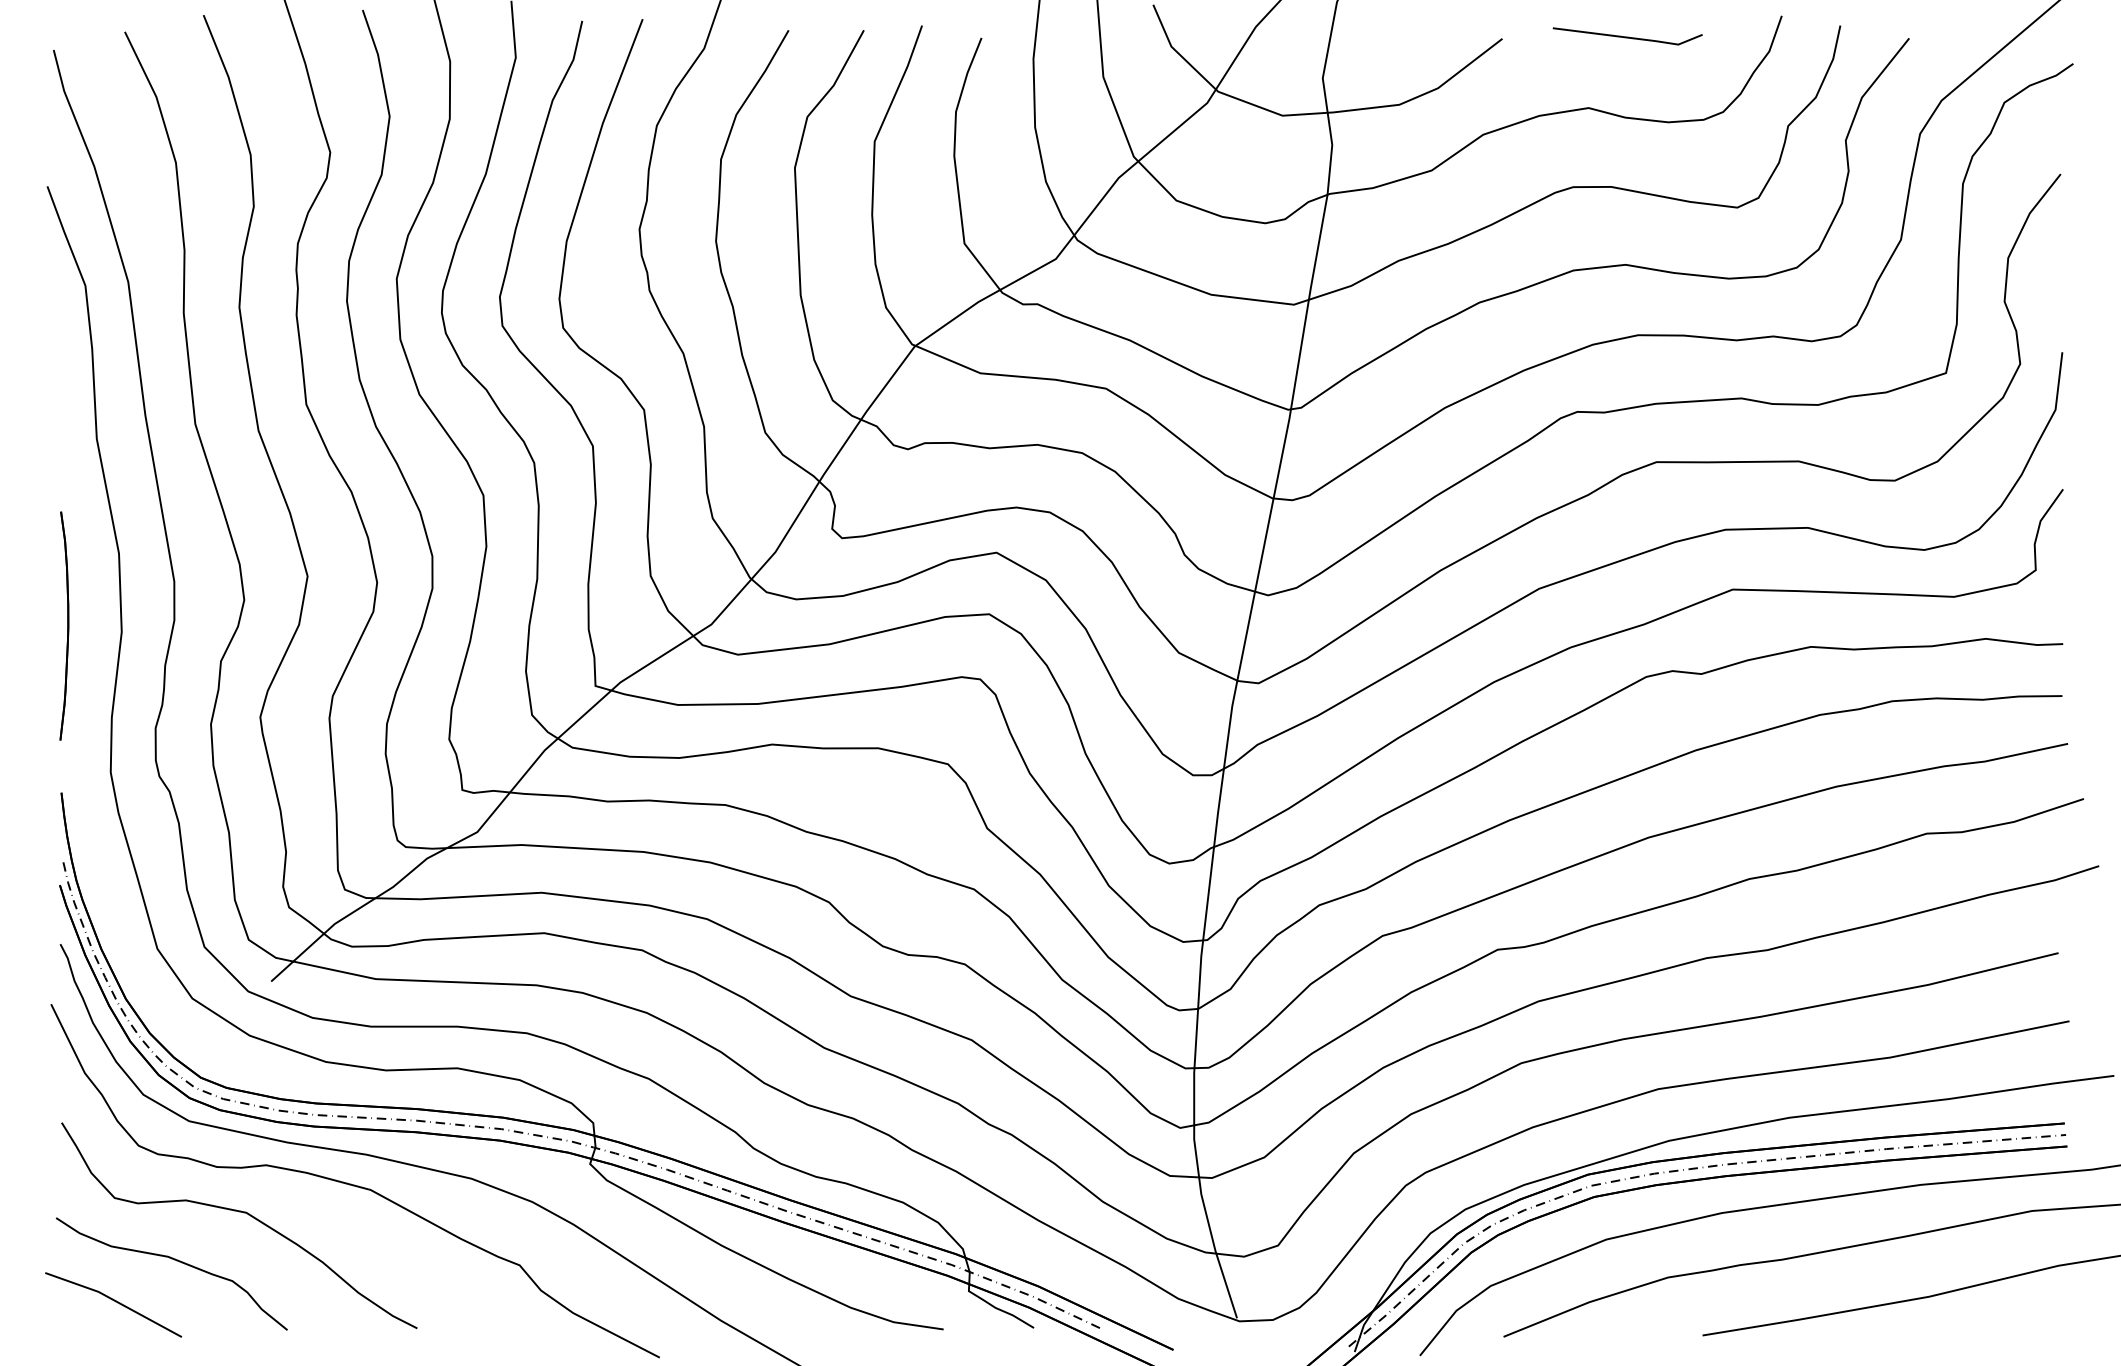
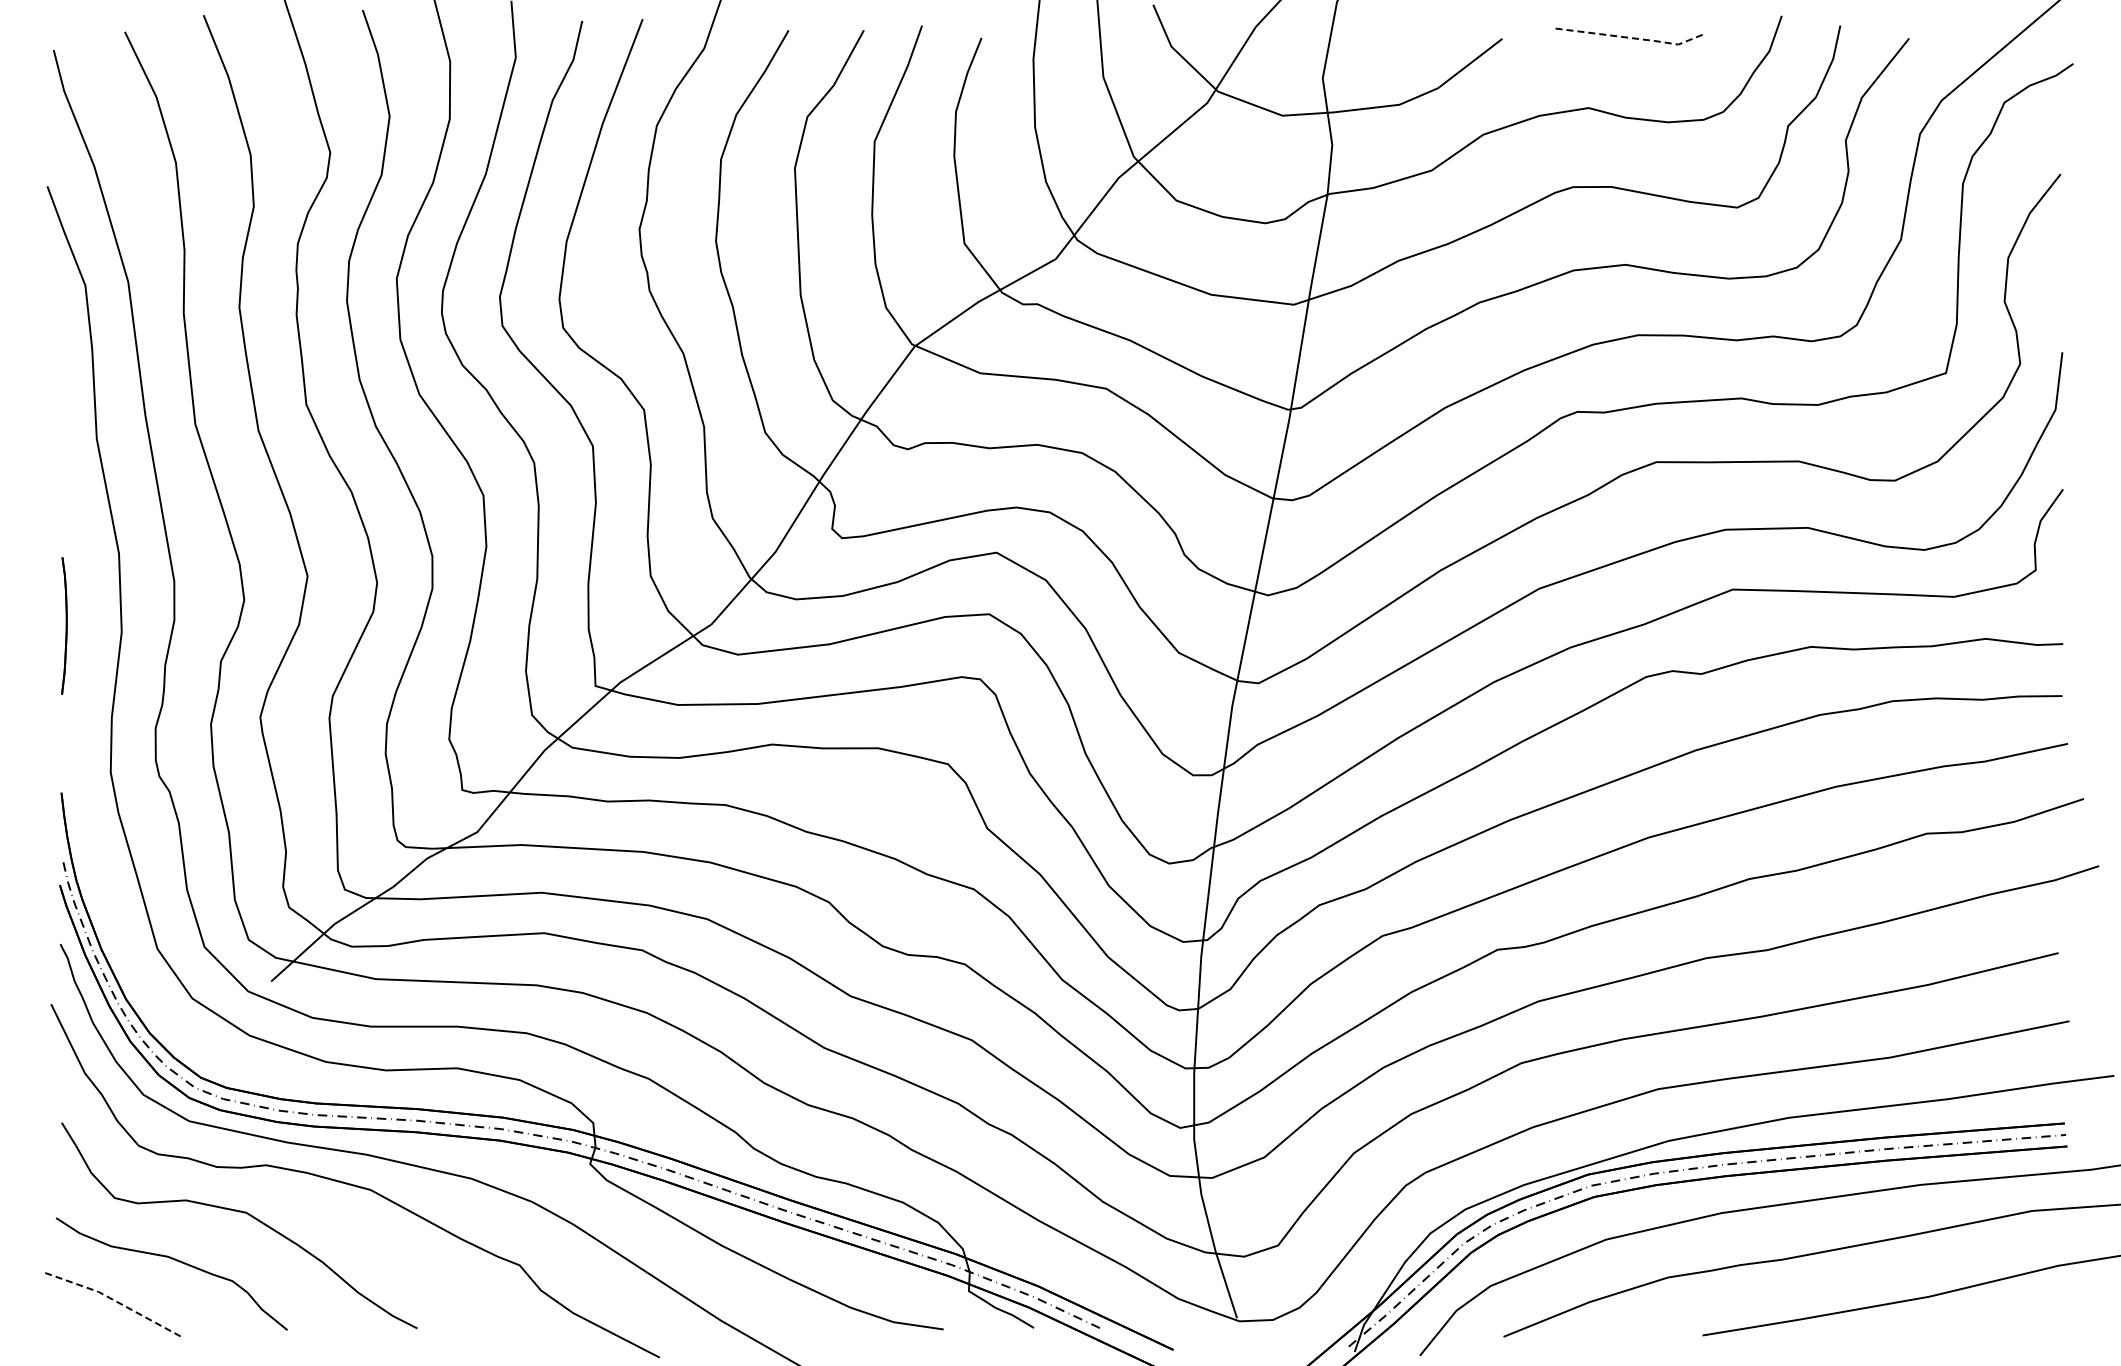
line at (1630, 37): solid -> dashed
part at (64, 625) size: 11x230 px -> 7x138 px
line at (115, 1300): solid -> dashed
